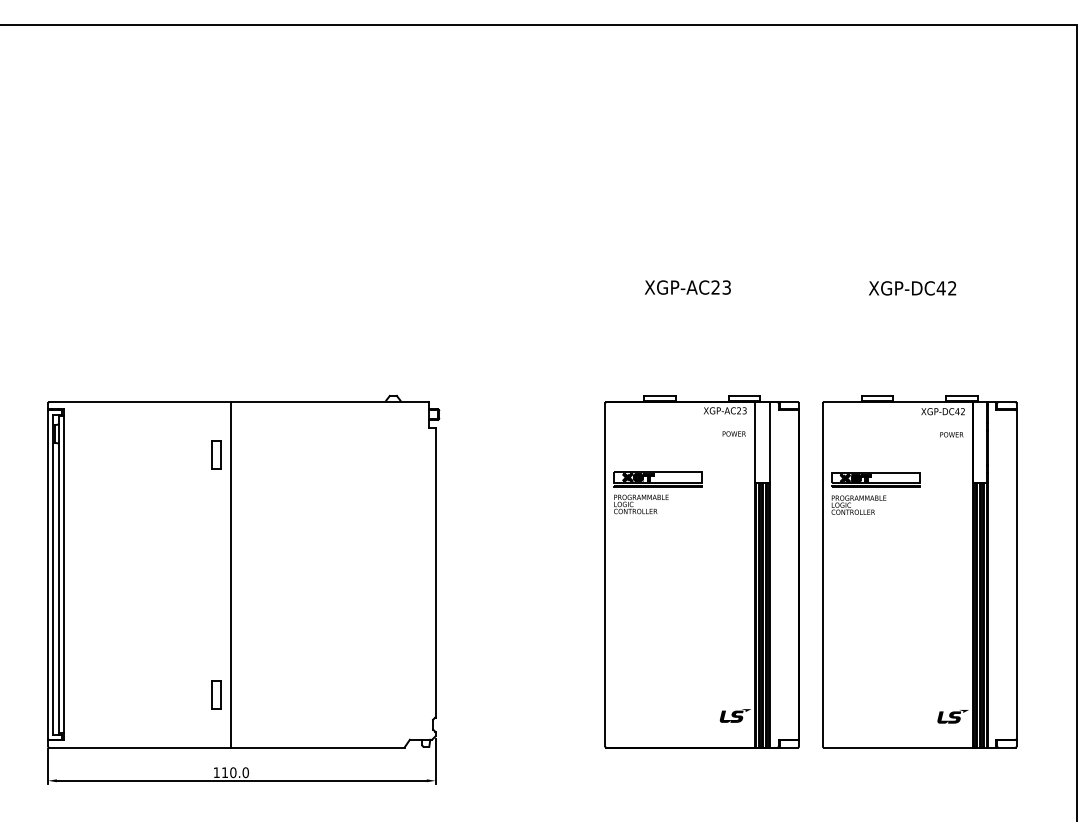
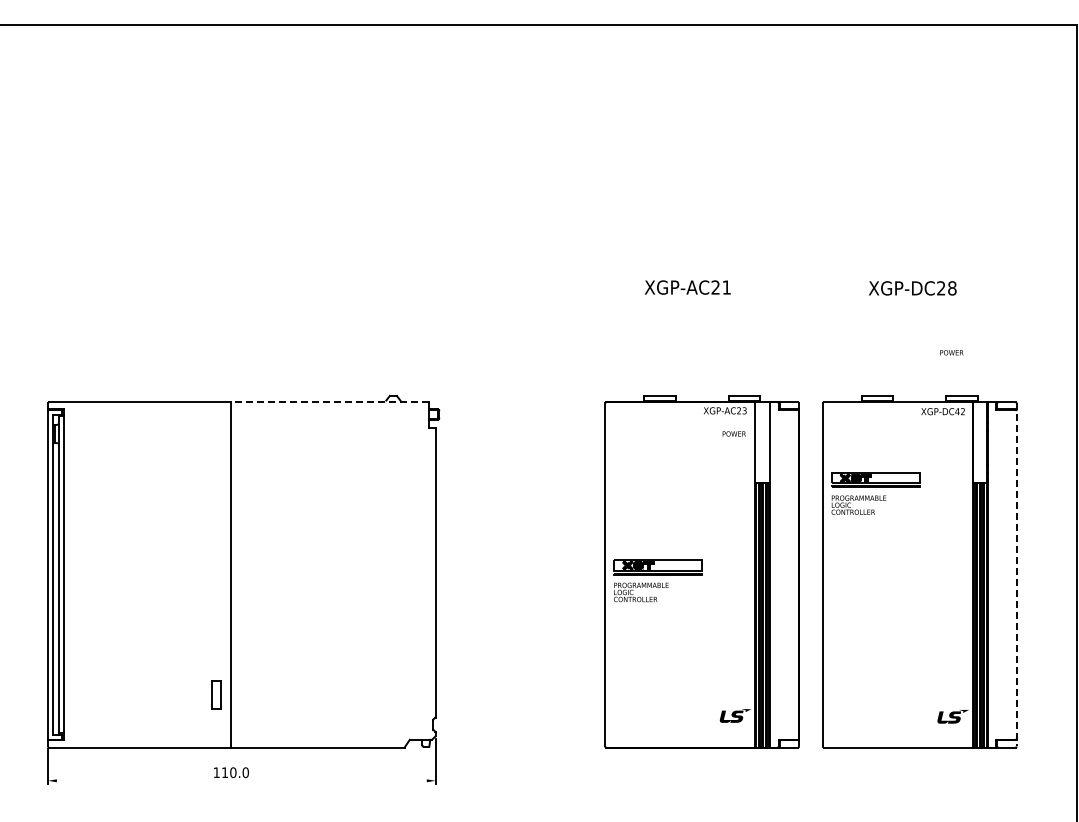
text at (726, 287): XGP-AC23 -> XGP-AC21
text at (946, 288): XGP-DC42 -> XGP-DC28
line at (329, 402): solid -> dashed
text at (951, 434) position: (951, 434) -> (951, 352)
part at (216, 454): present -> none
part at (657, 492) position: (657, 492) -> (657, 580)
line at (1016, 574): solid -> dashed
line at (241, 780): present -> none
